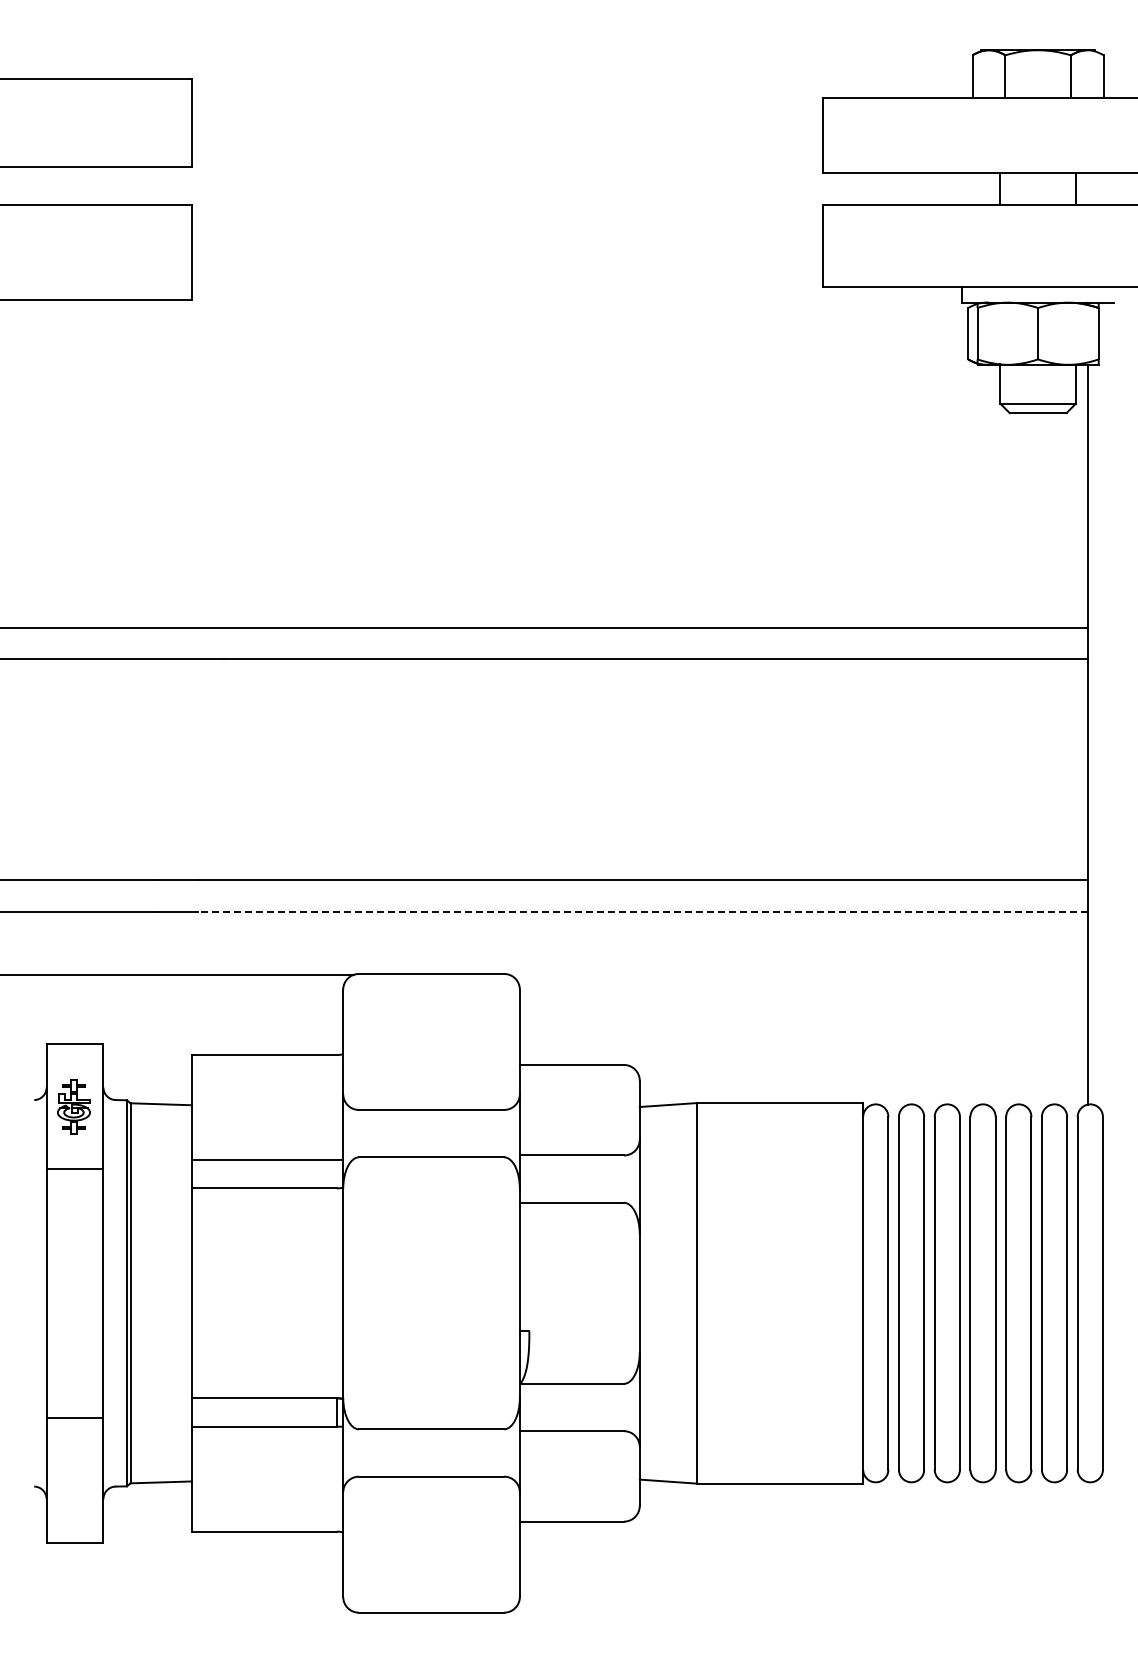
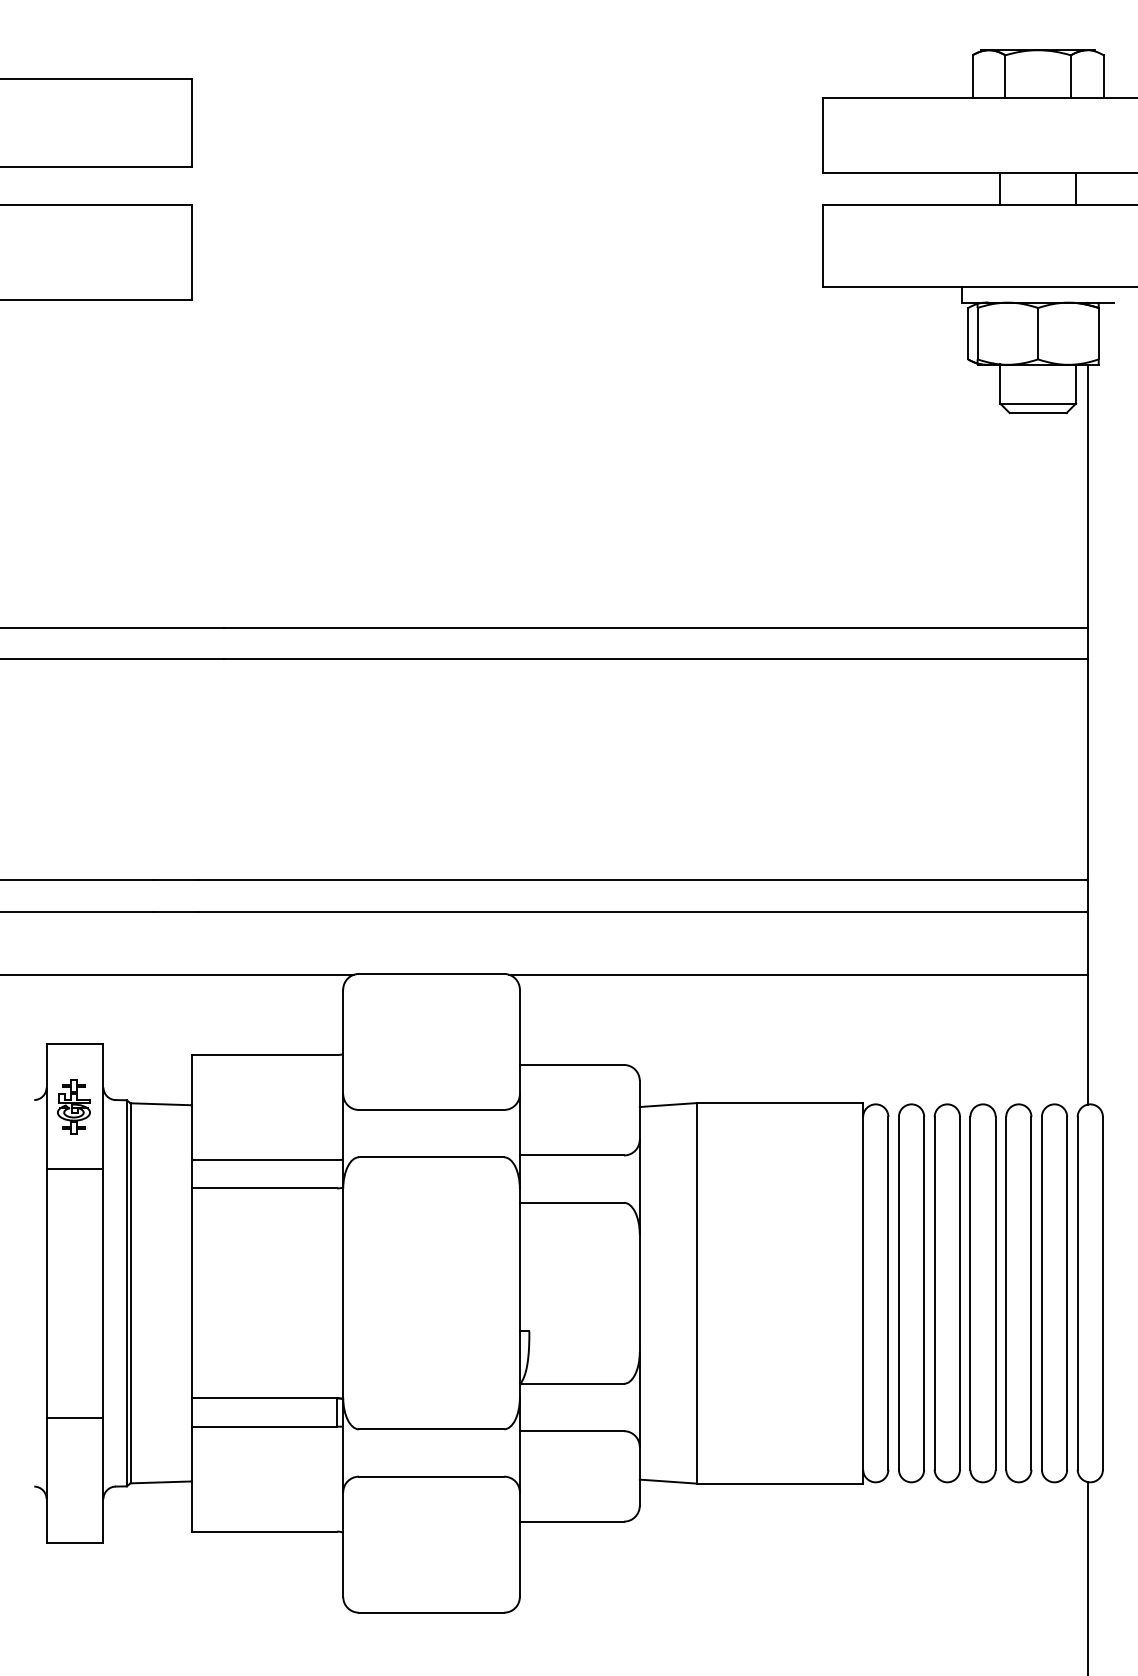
line at (643, 911): dashed -> solid
line at (798, 974): none -> present
line at (1088, 1577): none -> present
